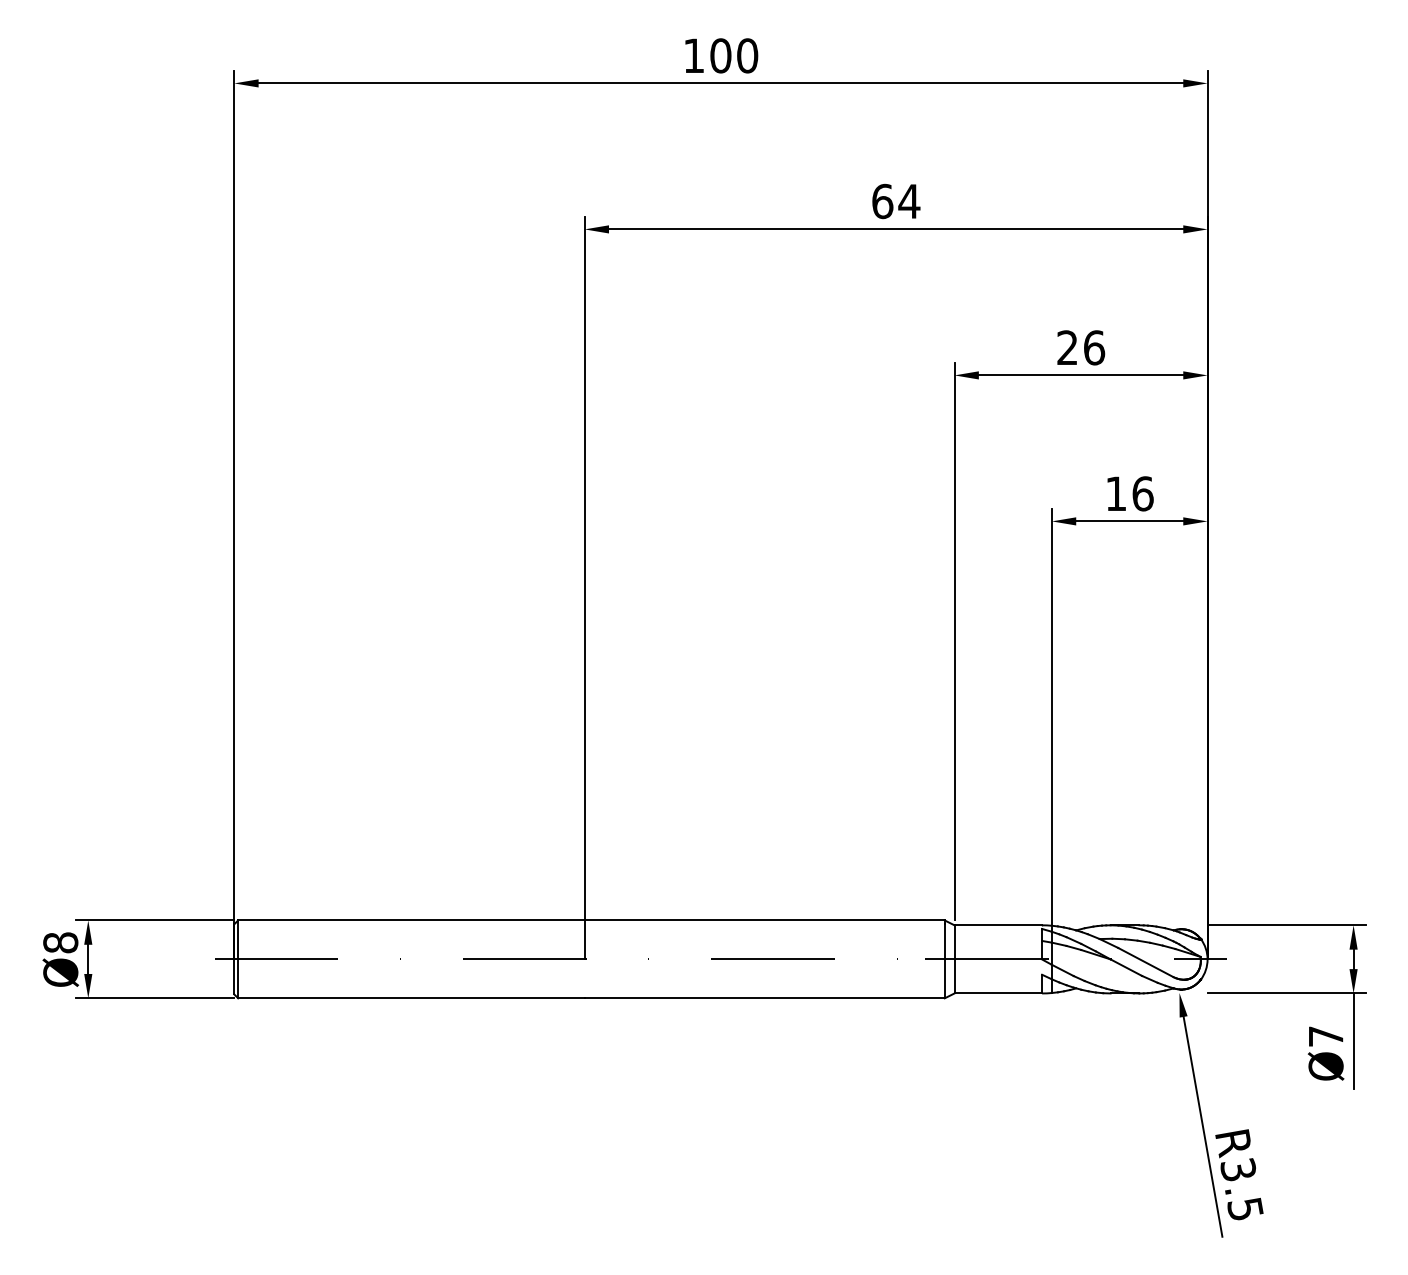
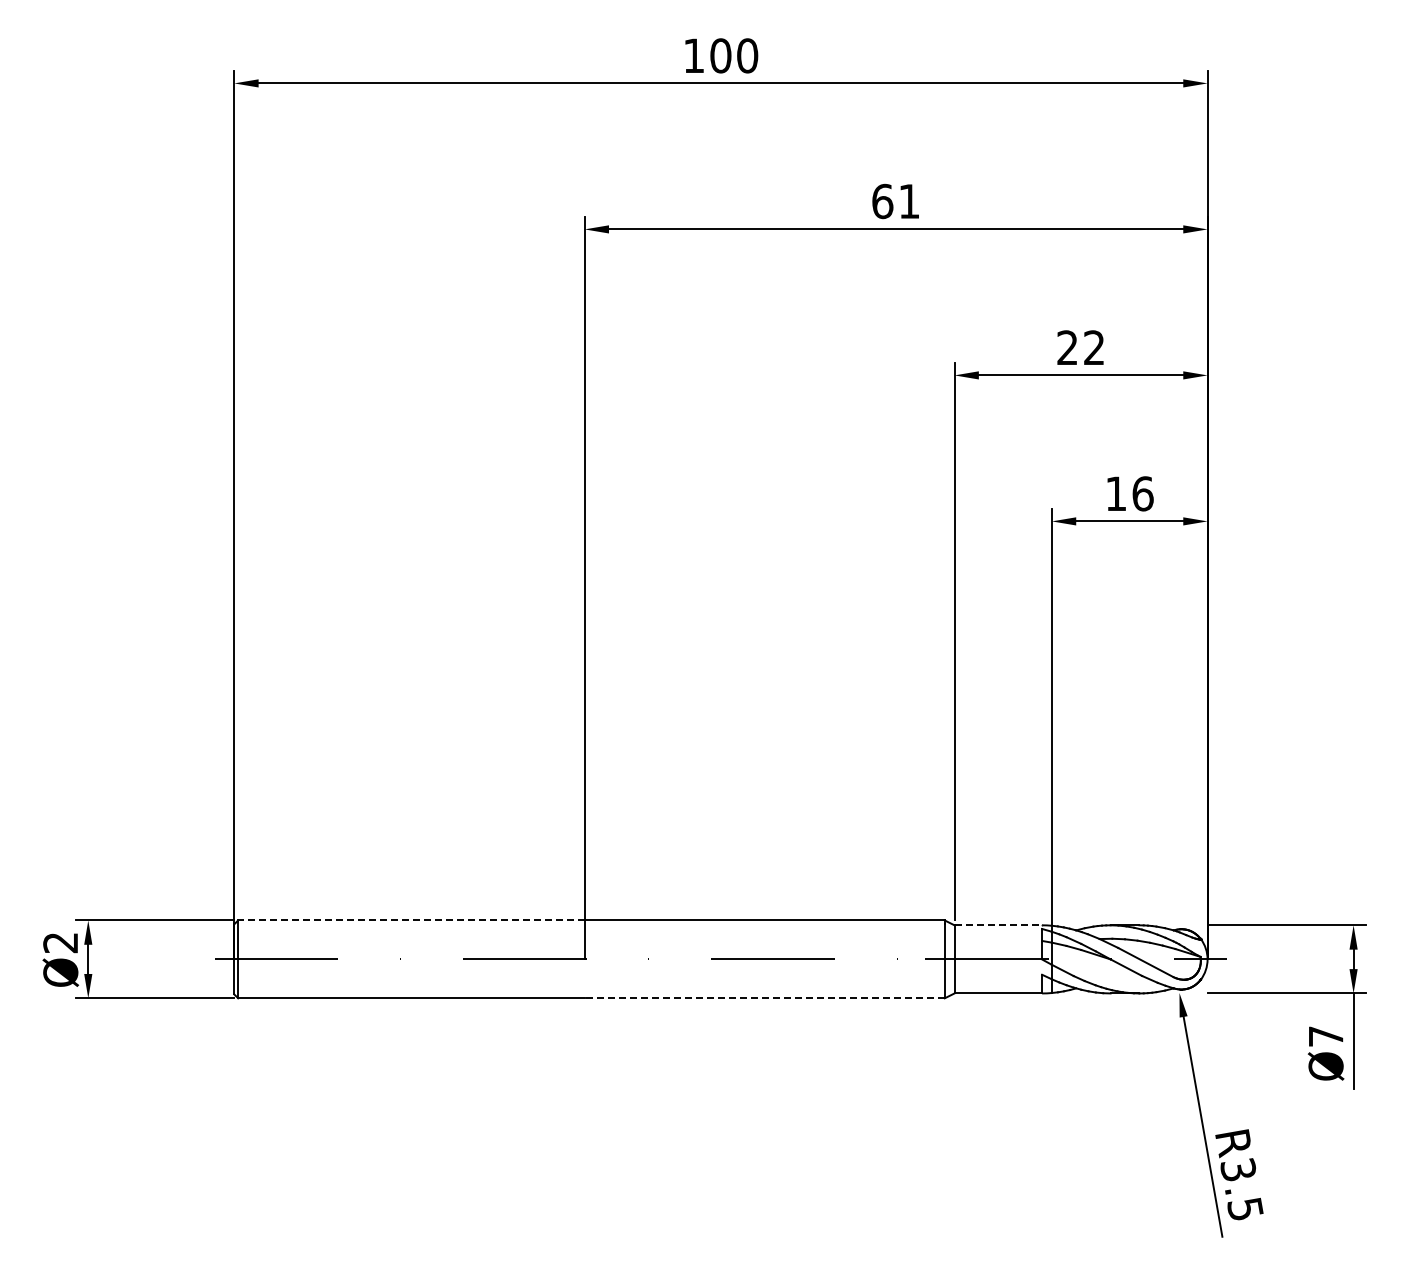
text at (909, 201): 64 -> 61
text at (1094, 347): 26 -> 22
line at (410, 920): solid -> dashed
line at (998, 925): solid -> dashed
text at (60, 942): Ø8 -> Ø2
line at (764, 998): solid -> dashed
